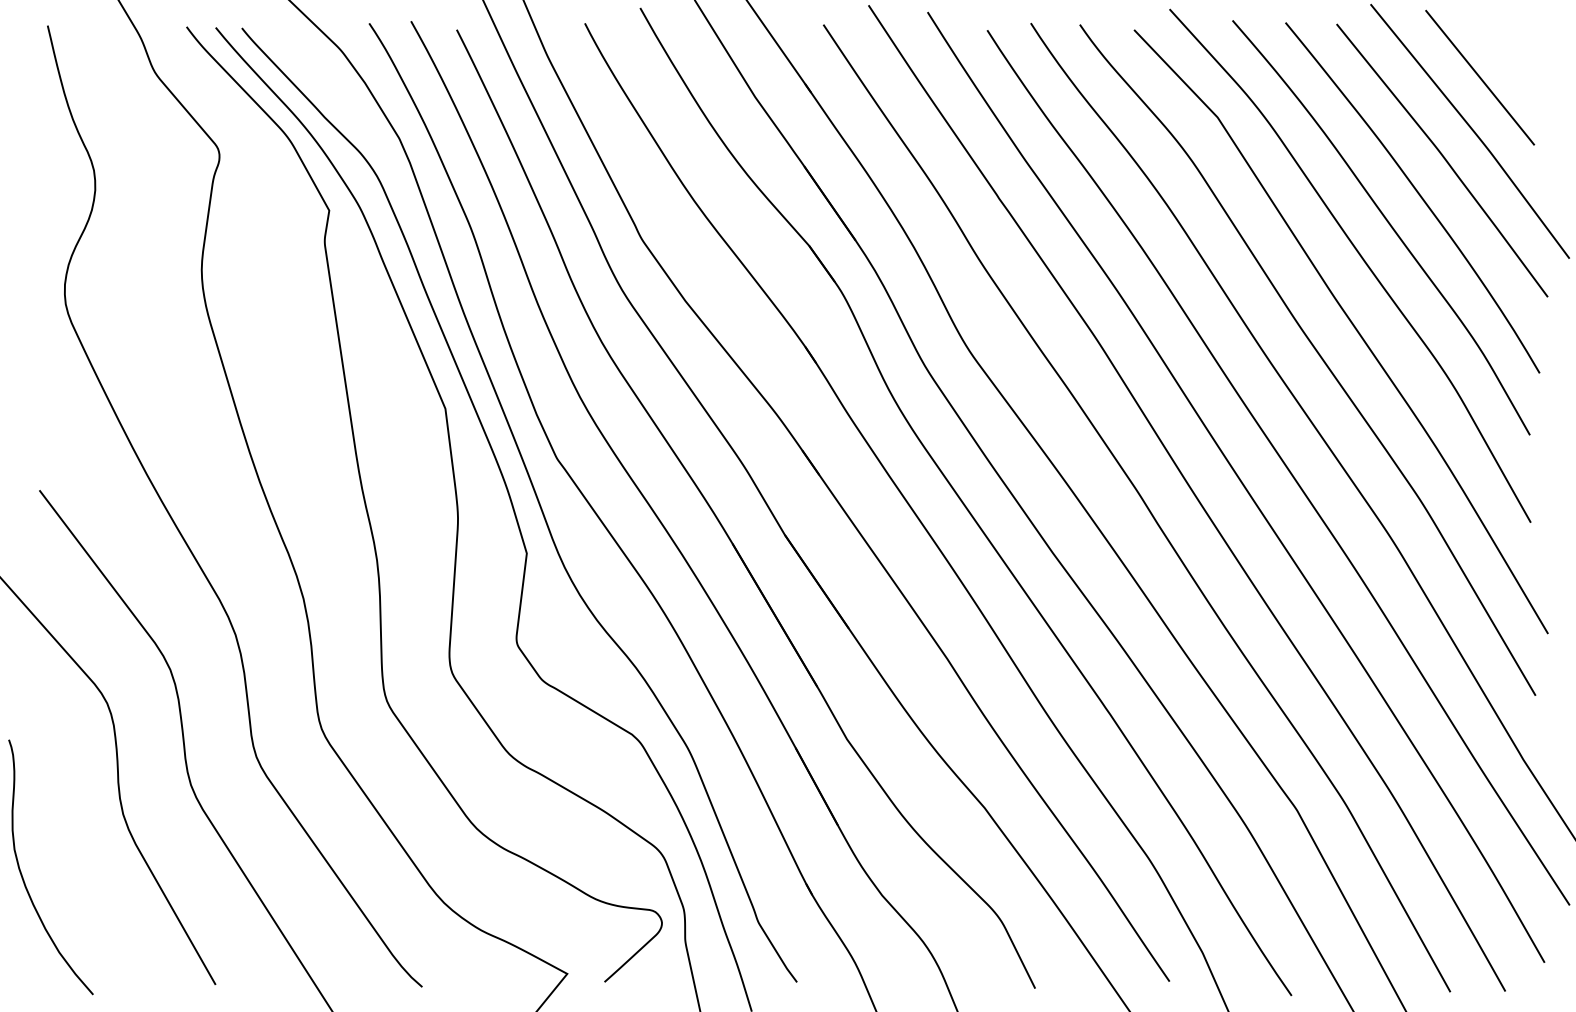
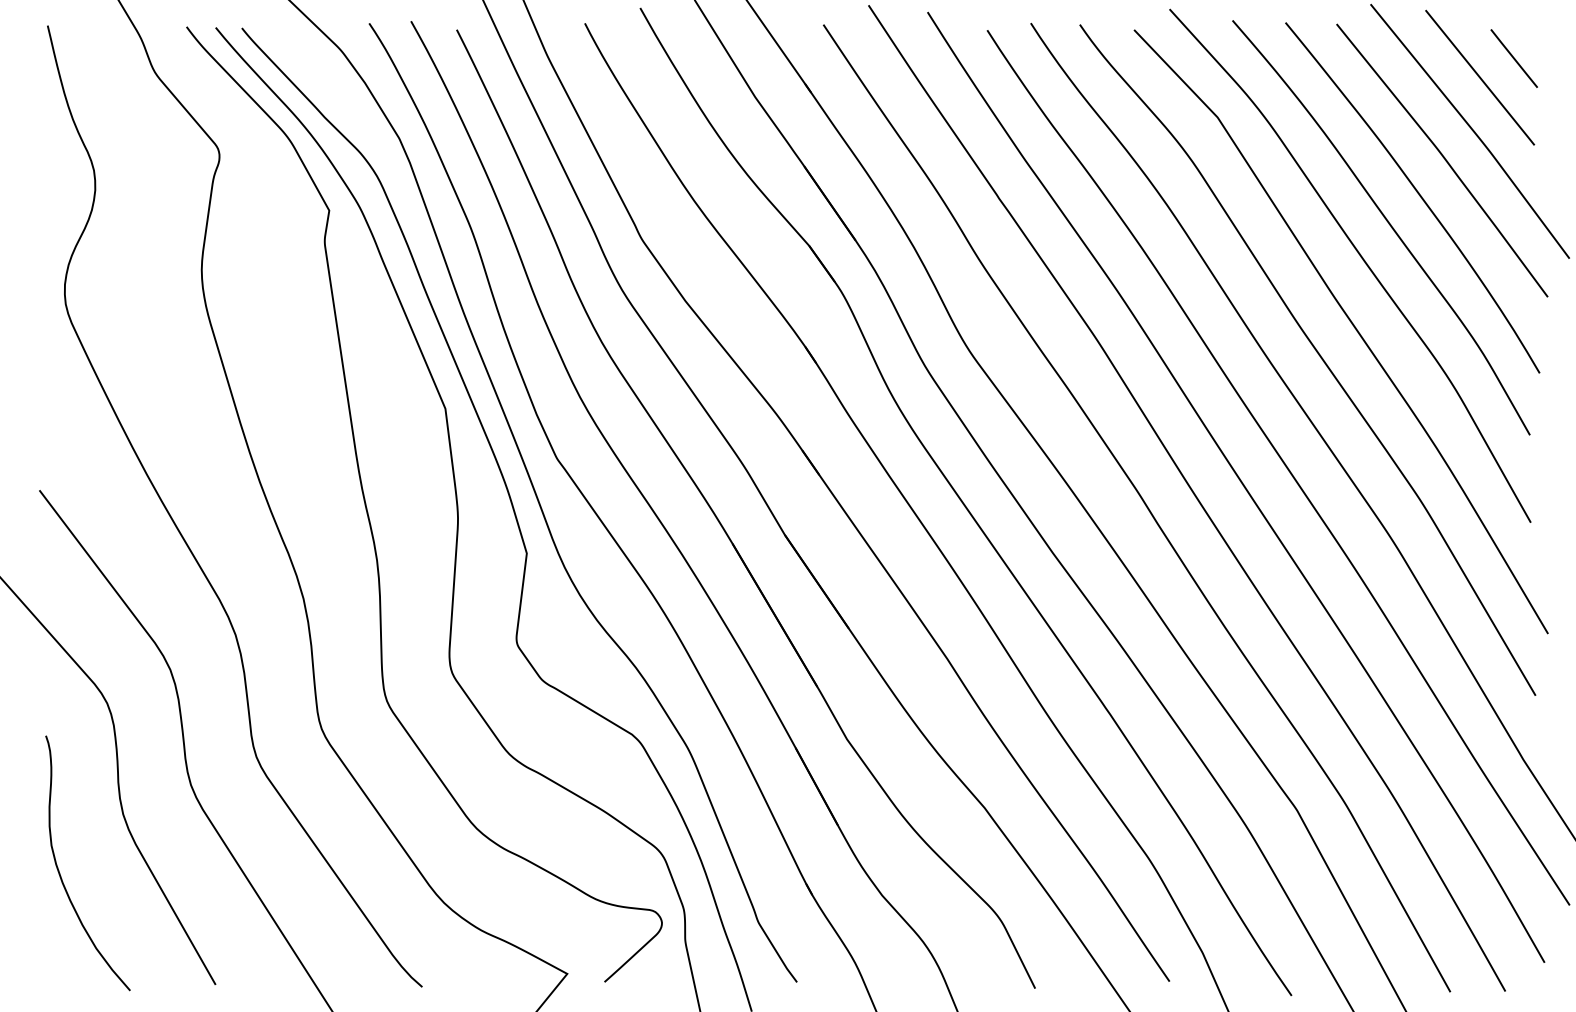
line at (1513, 58): none -> present
curve at (23, 877) position: (23, 877) -> (60, 873)
